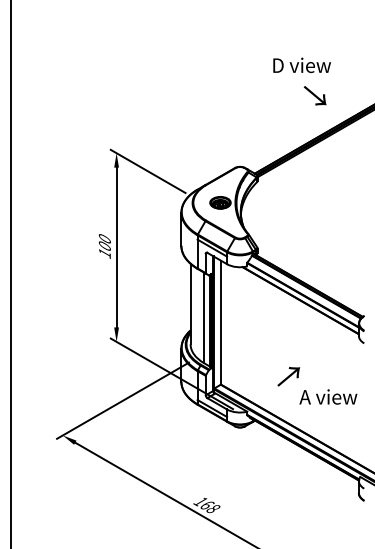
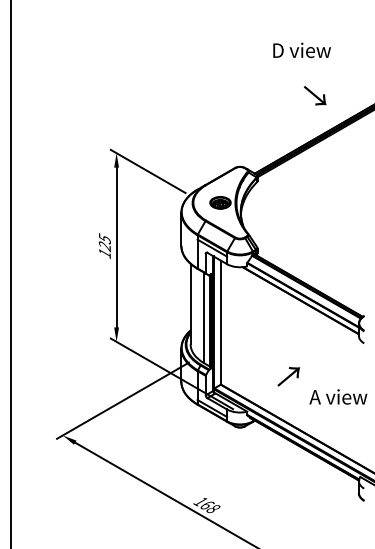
text at (301, 64) position: (301, 64) -> (301, 49)
text at (104, 242): 100 -> 125
text at (328, 396) position: (328, 396) -> (338, 396)
